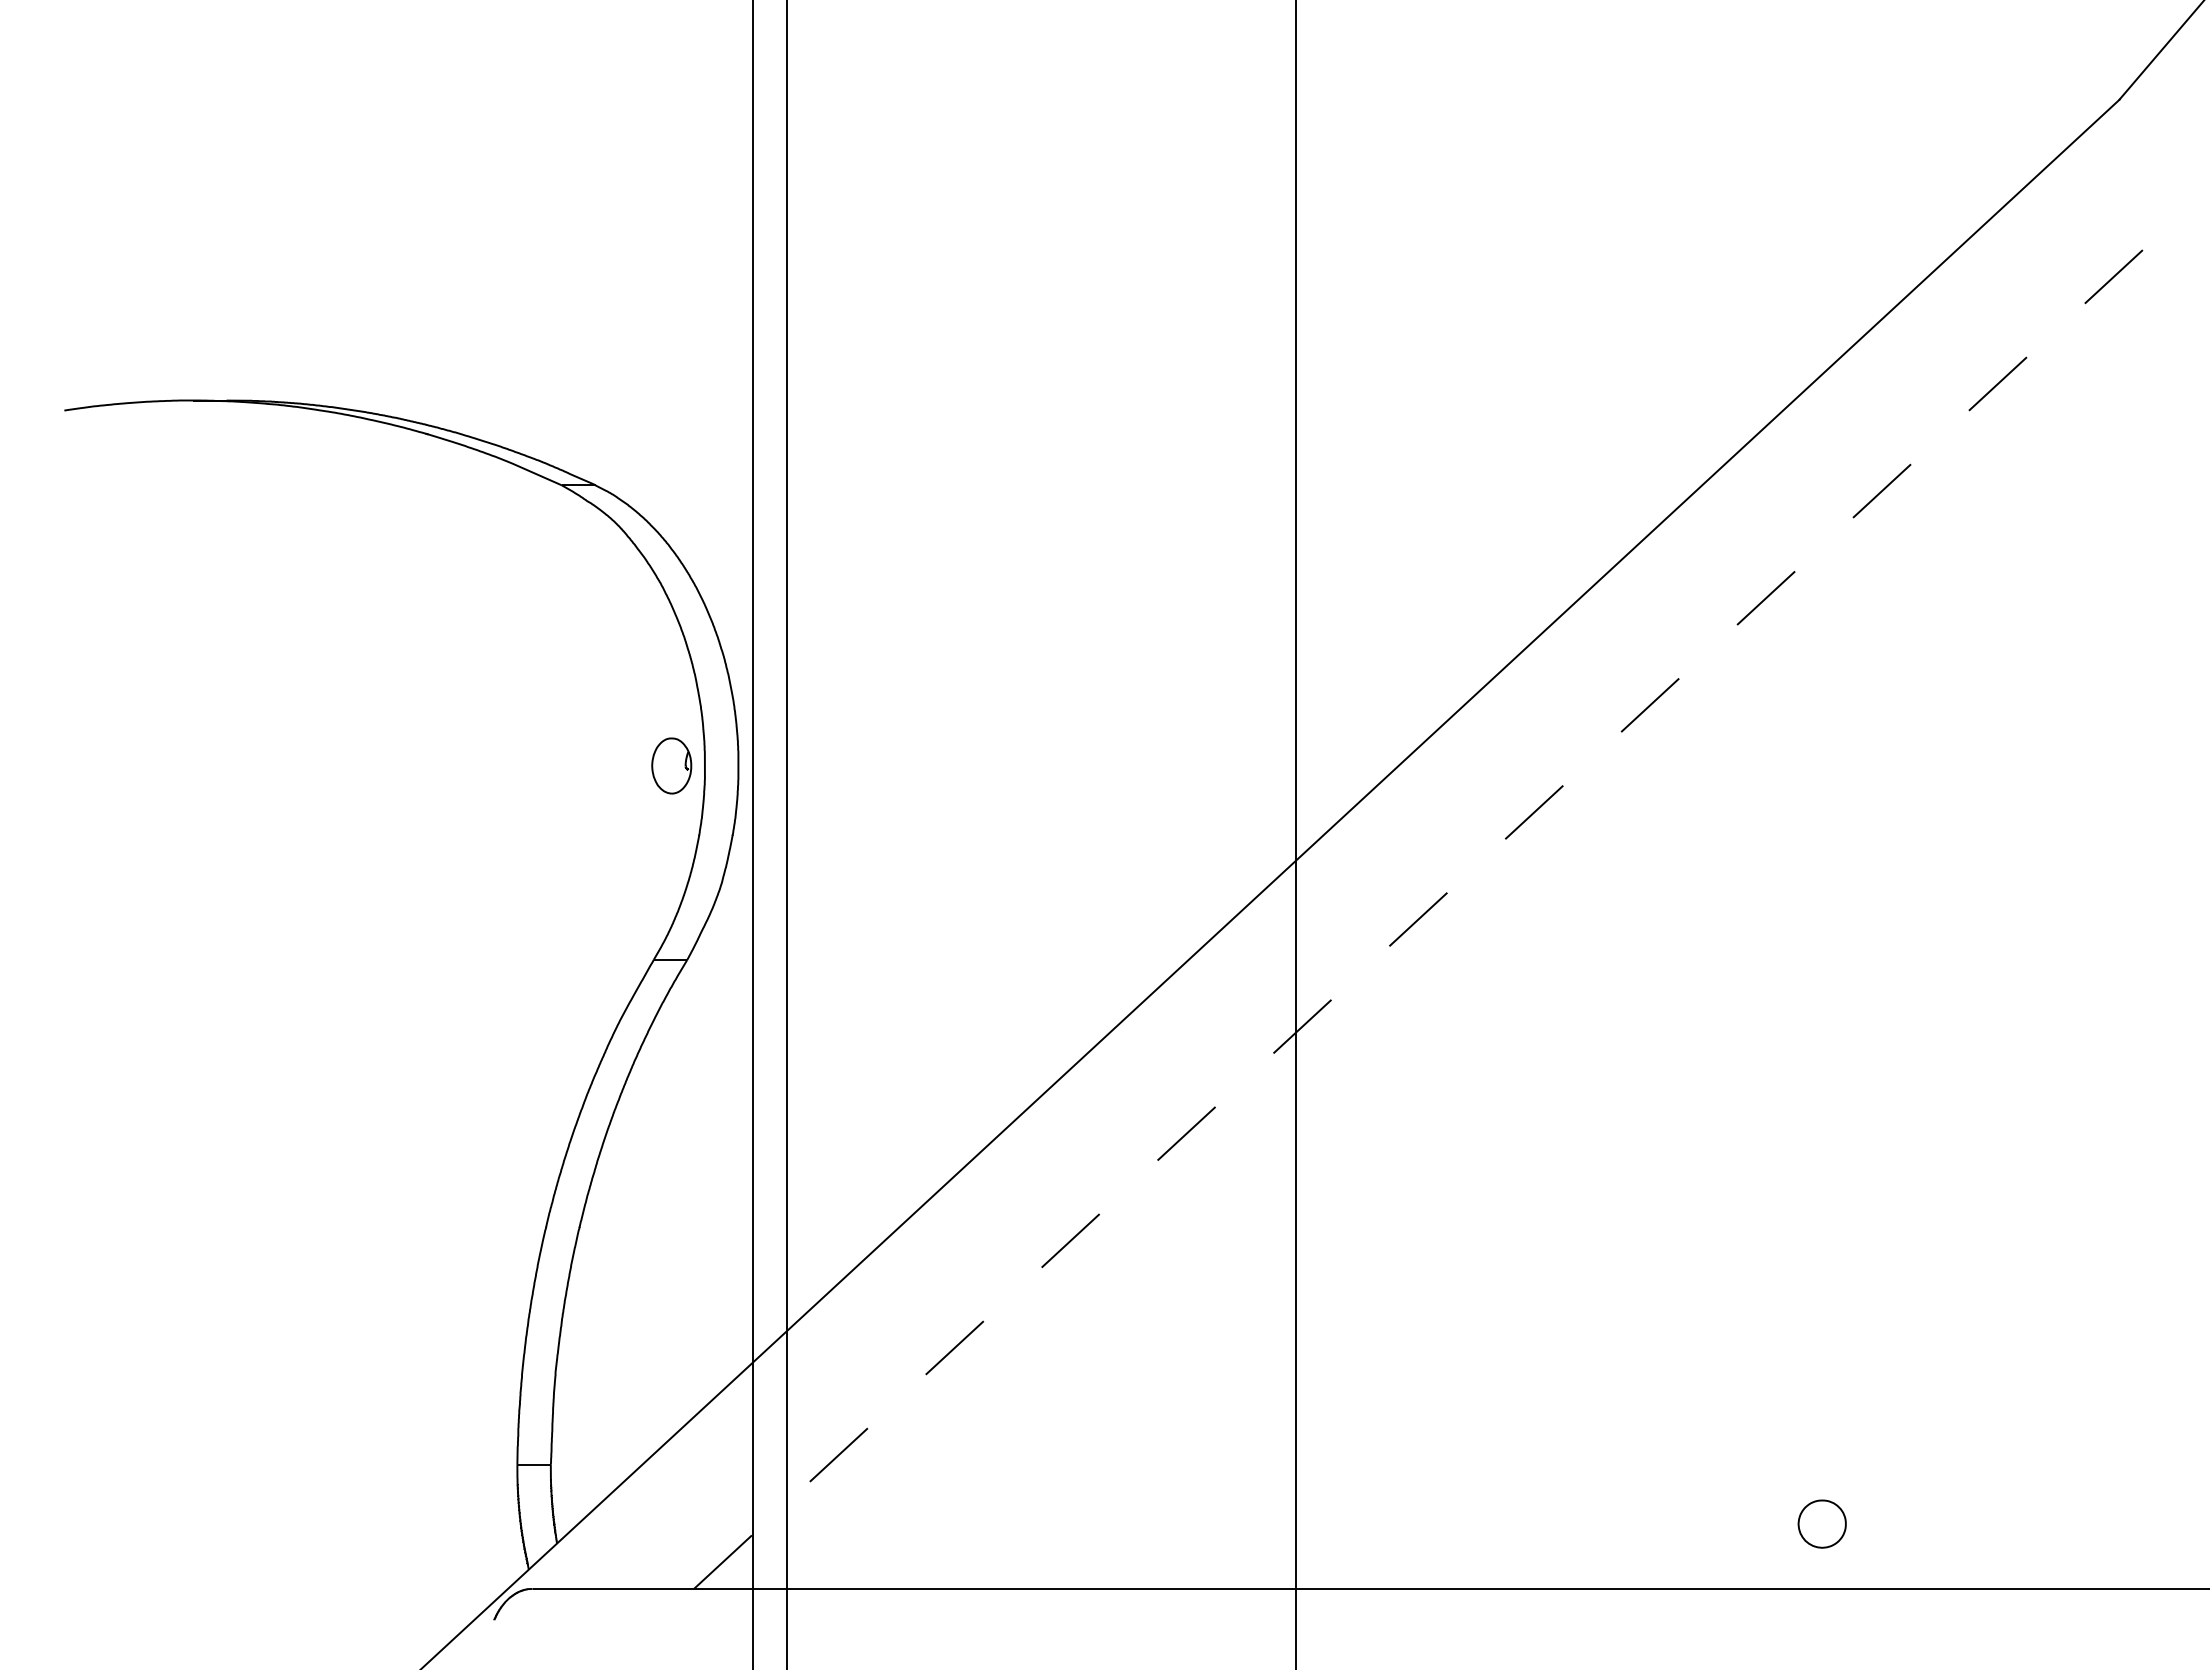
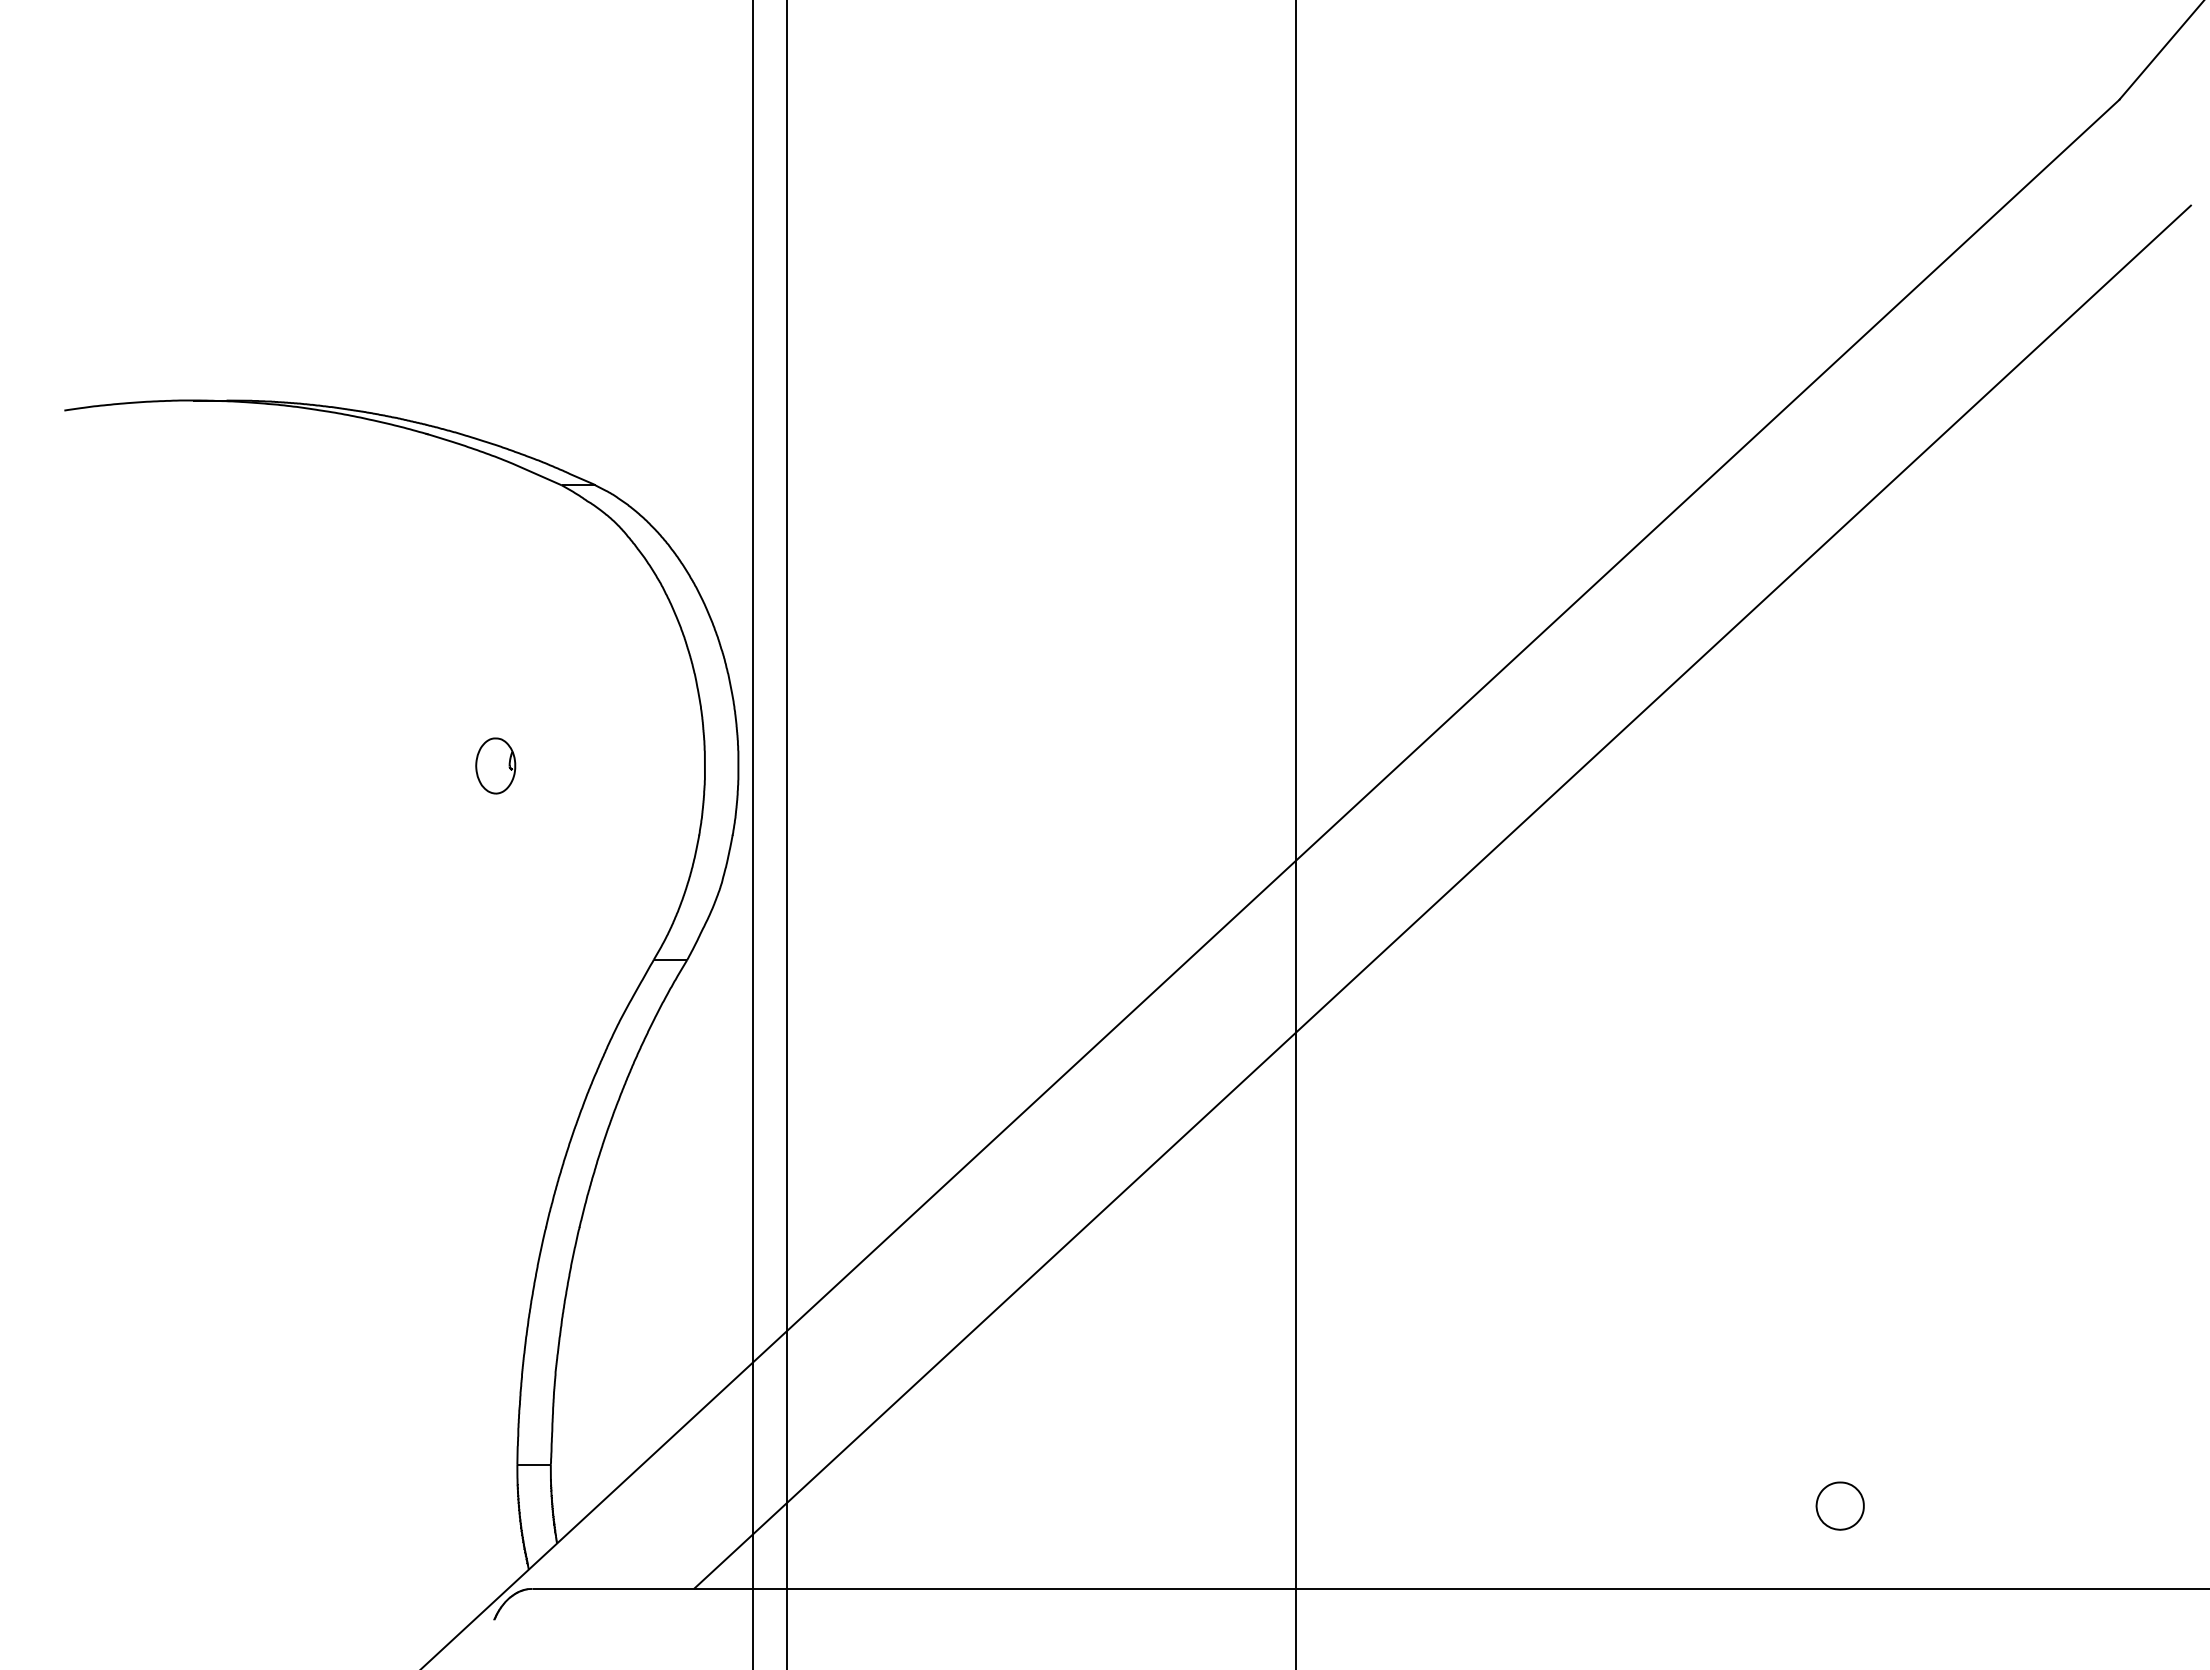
part at (671, 765) position: (671, 765) -> (495, 765)
line at (1442, 896): dashed -> solid
part at (1821, 1523) position: (1821, 1523) -> (1839, 1505)
